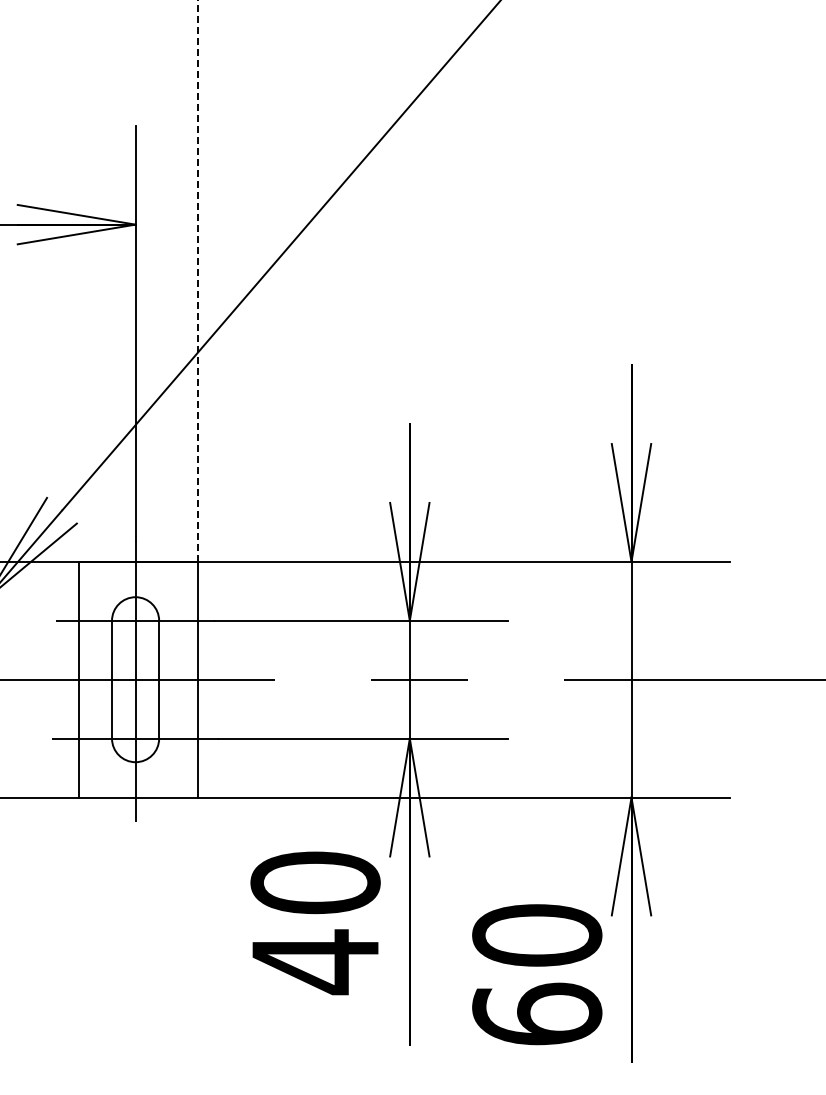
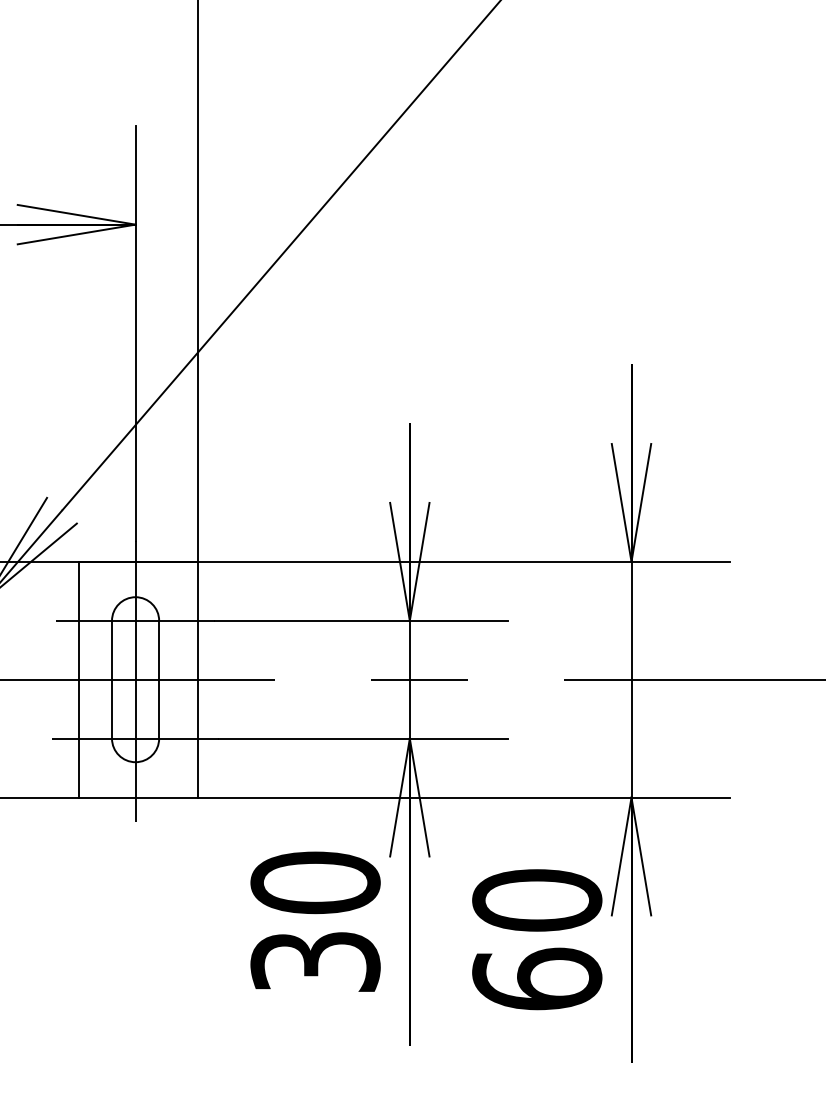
line at (198, 280): dashed -> solid
text at (315, 962): 40 -> 30
text at (537, 974) position: (537, 974) -> (537, 939)
